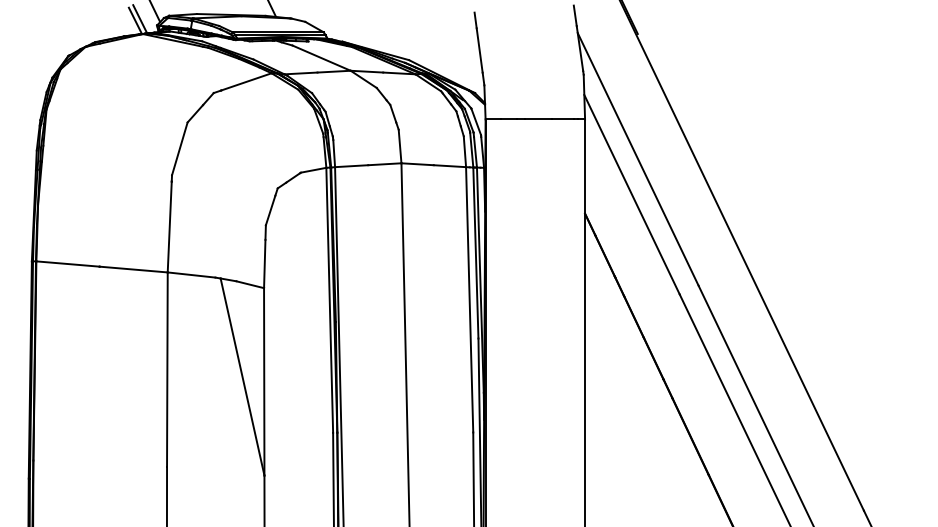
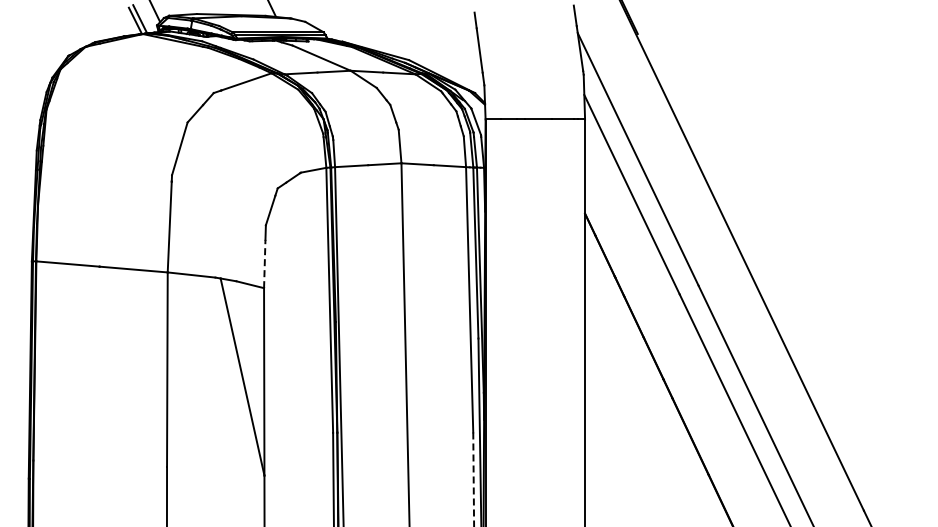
line at (264, 263): solid -> dashed
line at (473, 479): solid -> dashed
